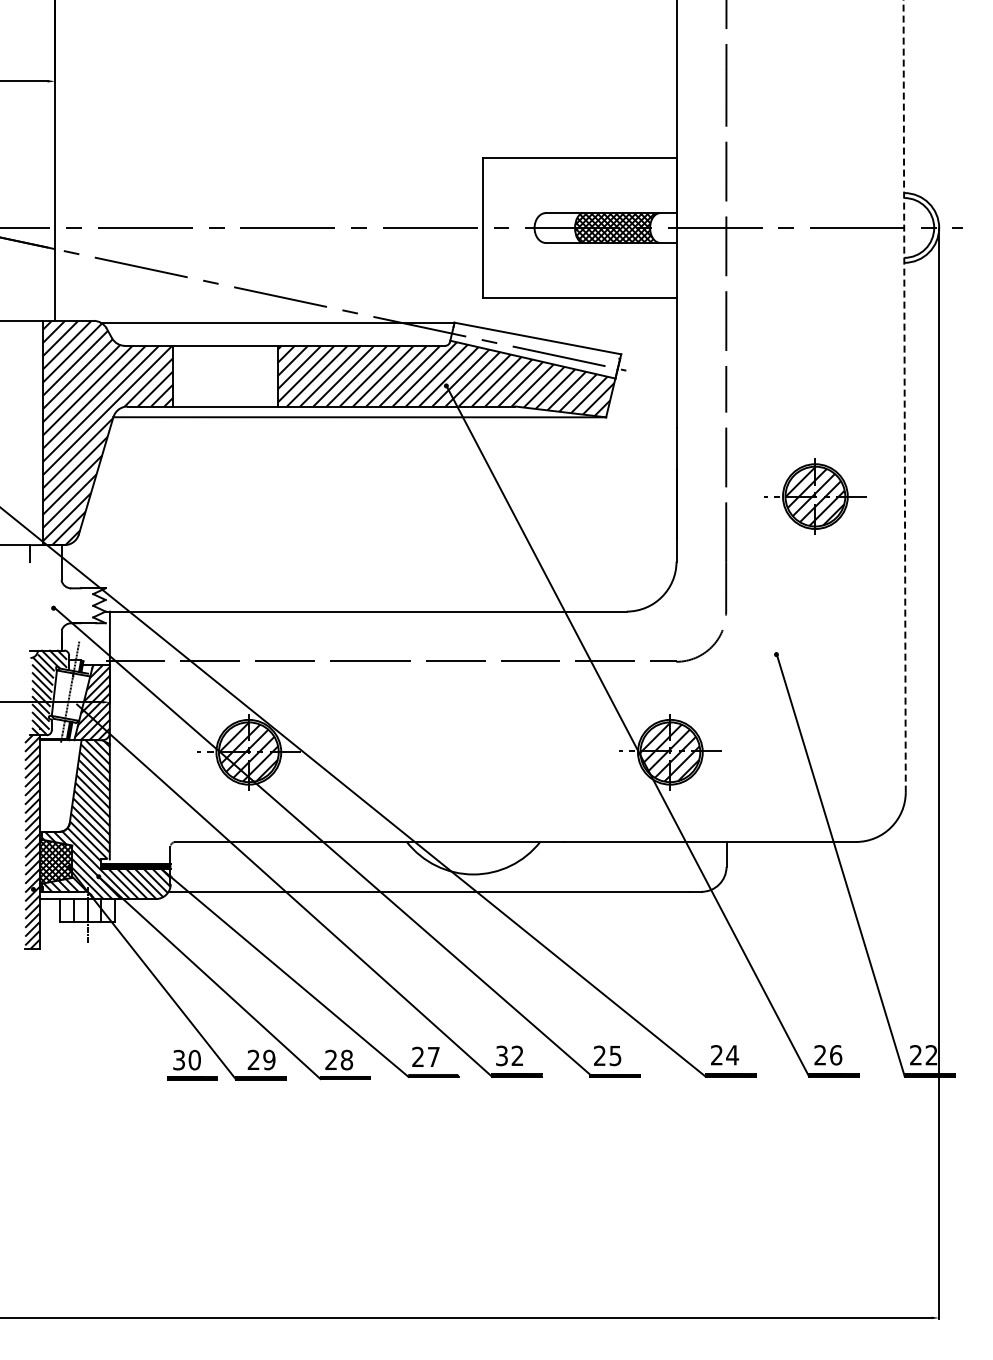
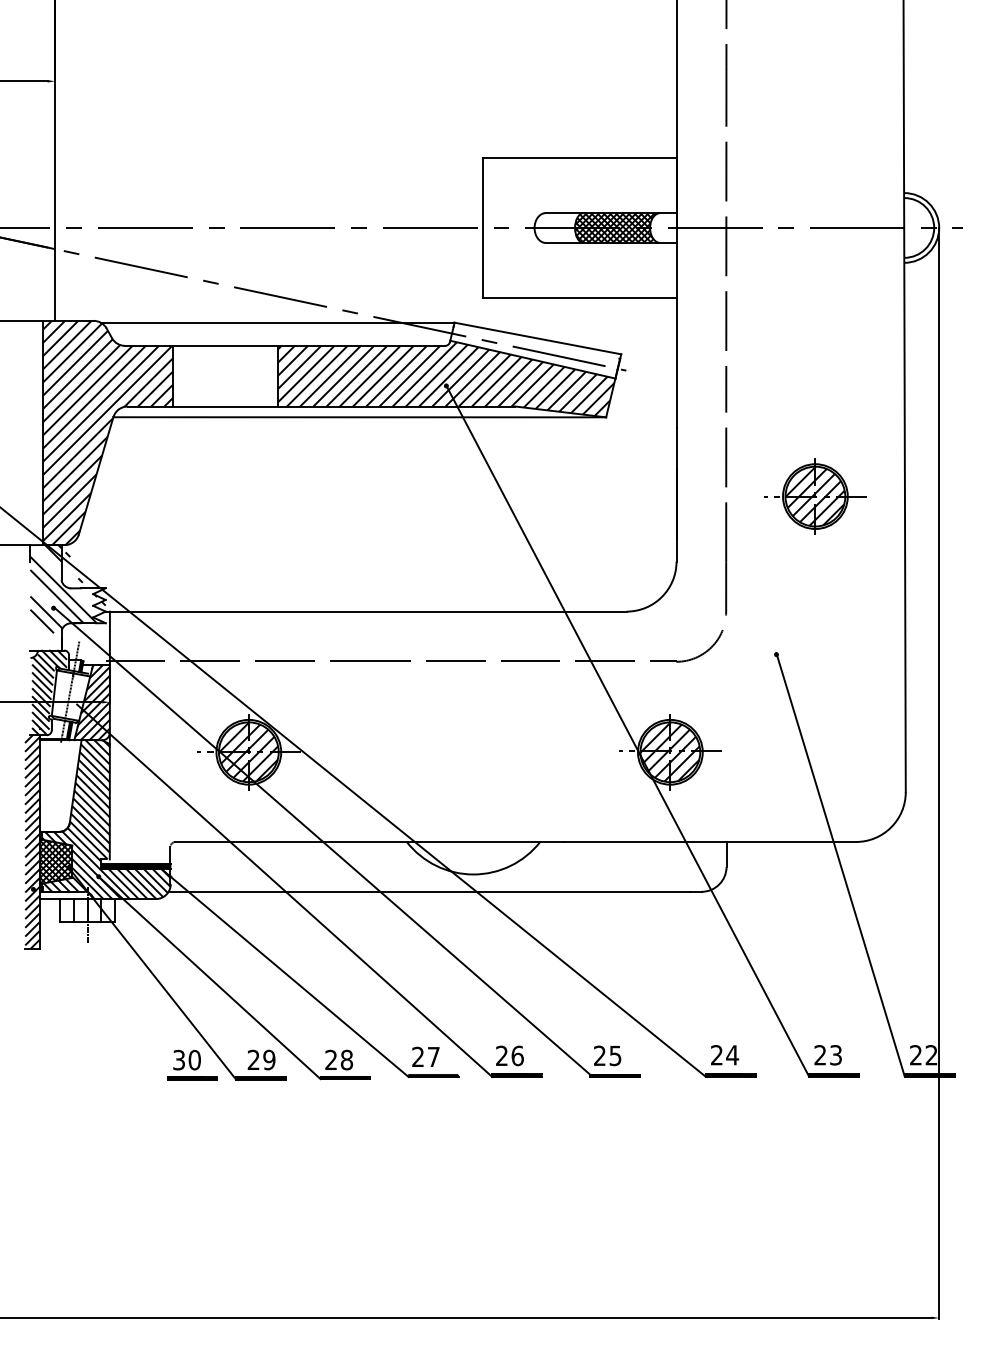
line at (904, 396): dashed -> solid
hatch at (67, 589): none -> present
text at (509, 1055): 32 -> 26
text at (836, 1055): 26 -> 23
